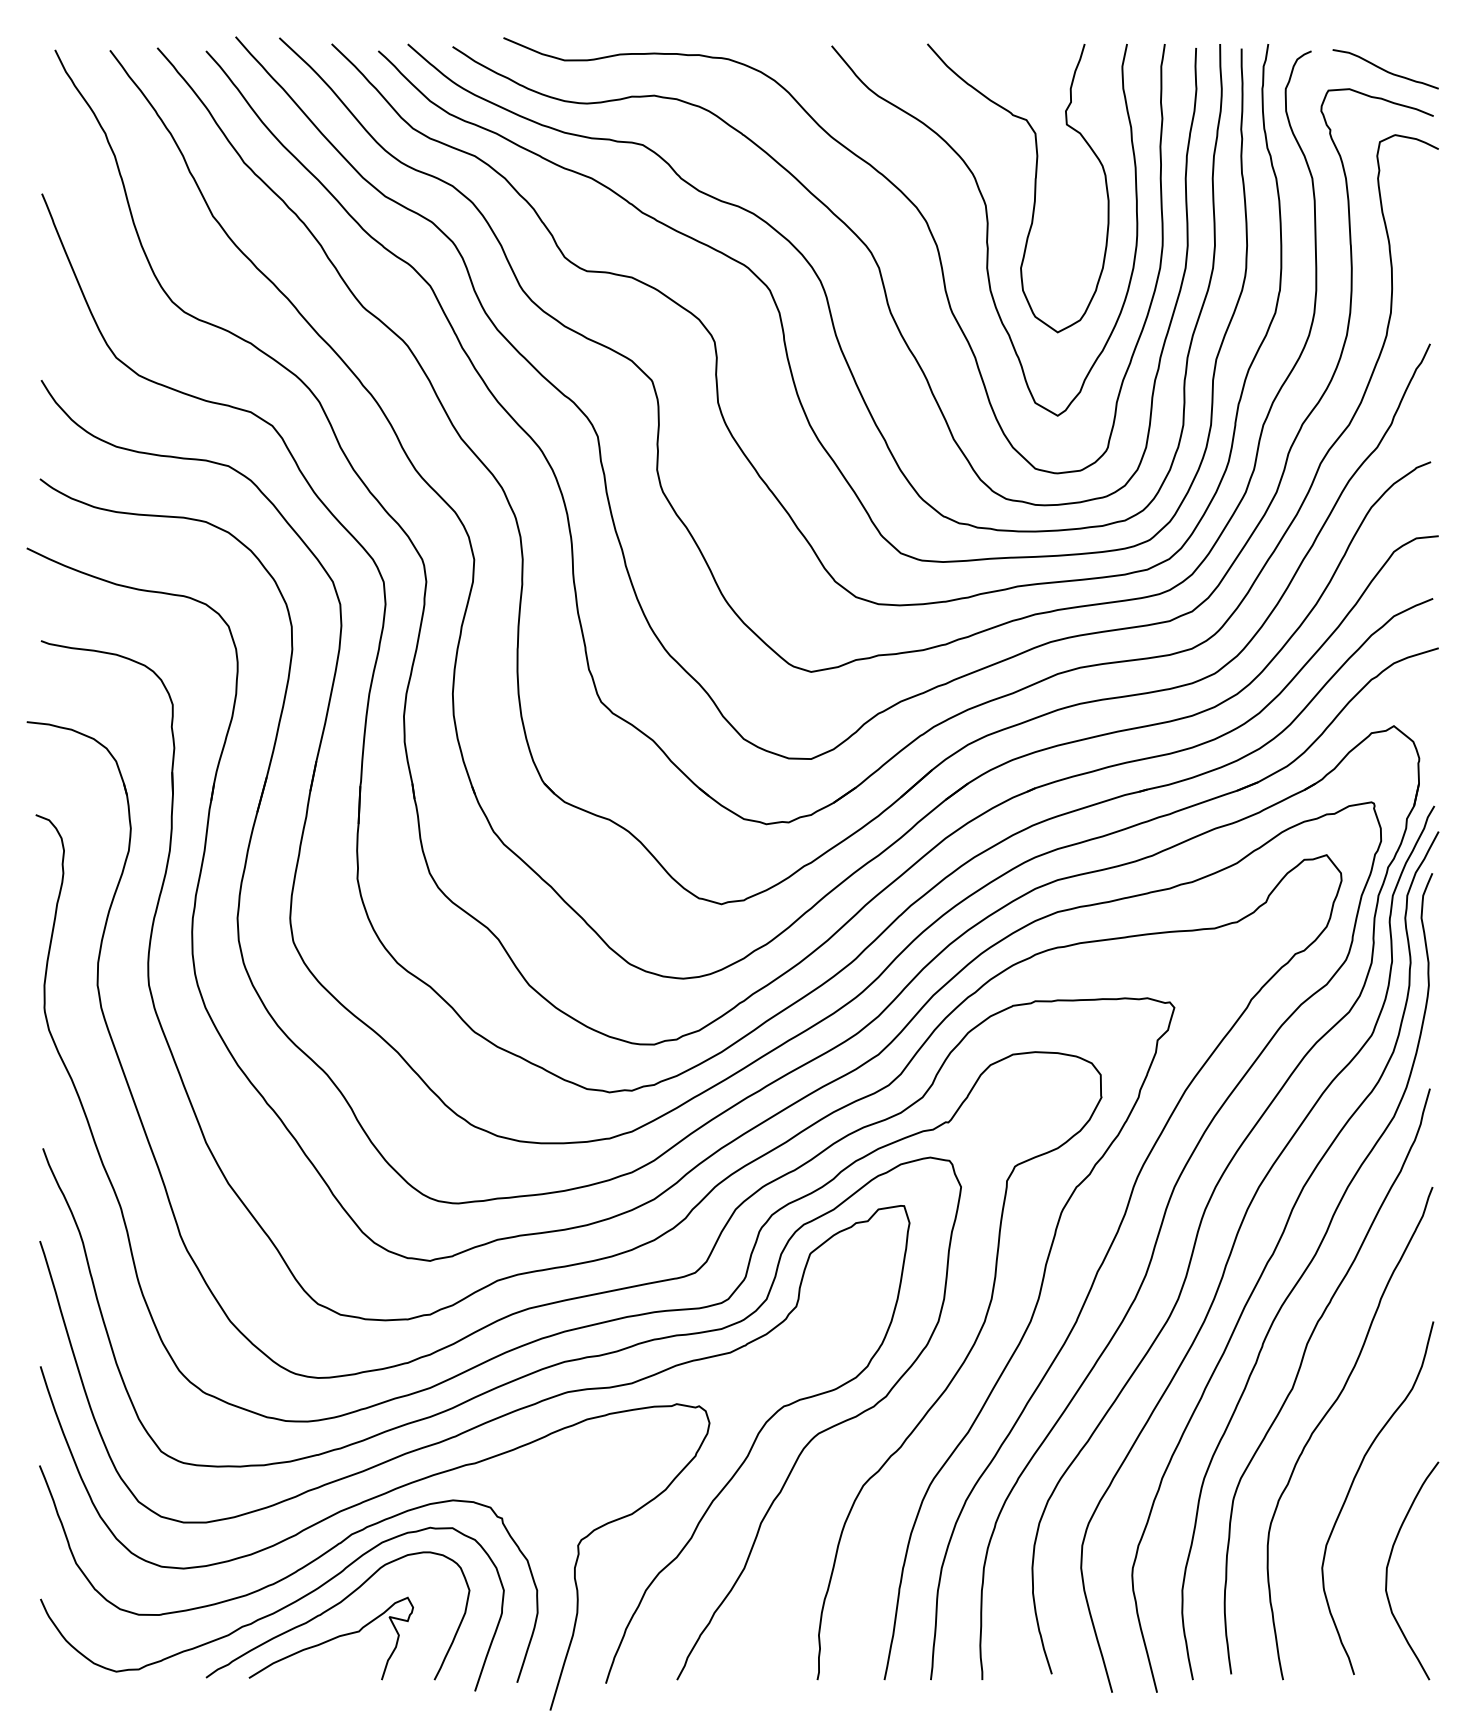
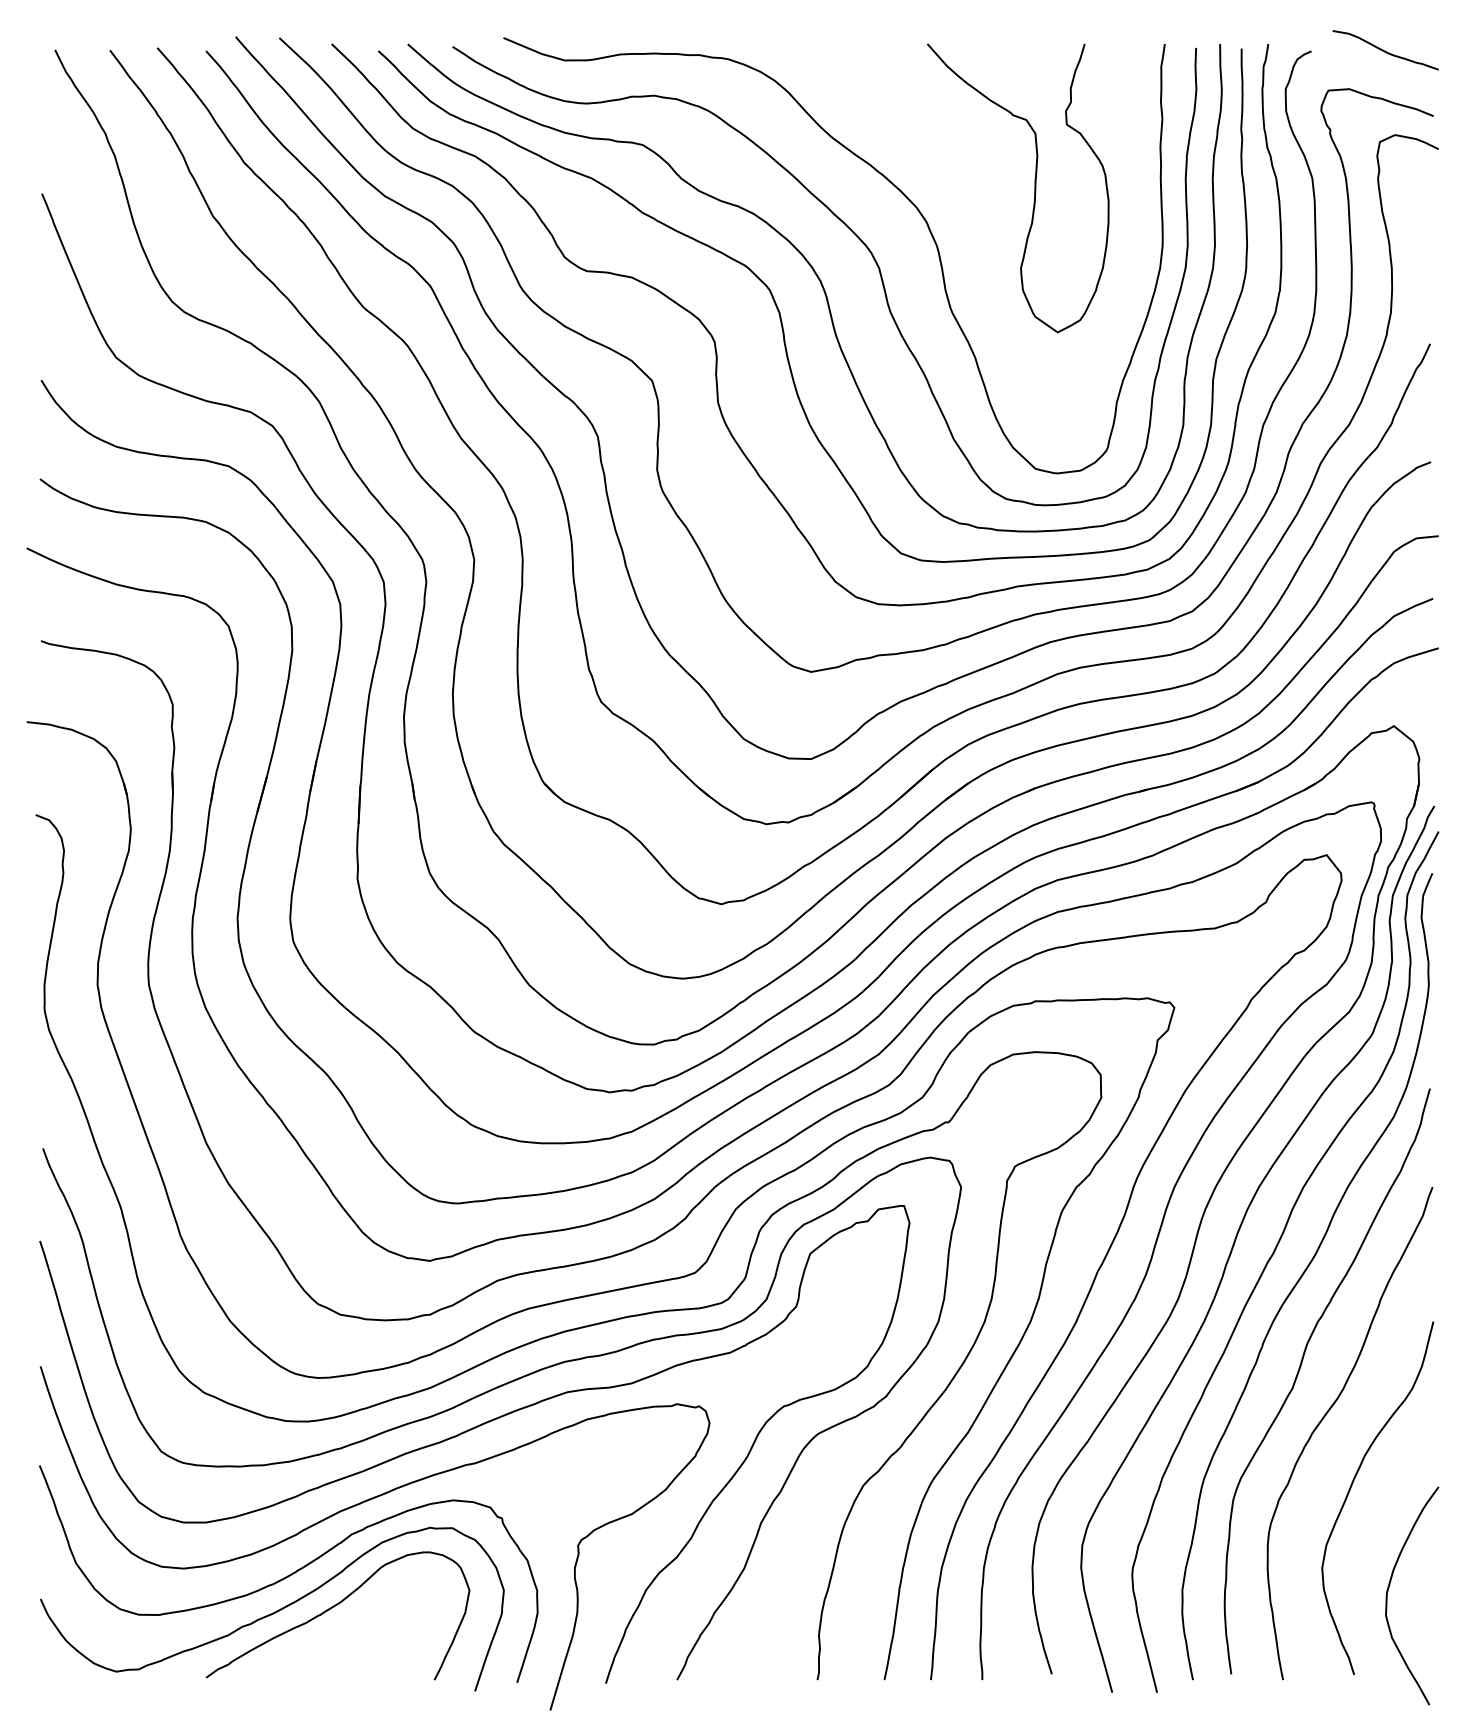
curve at (1385, 69) position: (1385, 69) -> (1385, 50)
curve at (986, 230): present -> none
curve at (1389, 1563) position: (1389, 1563) -> (1389, 1588)
curve at (331, 1638): present -> none
